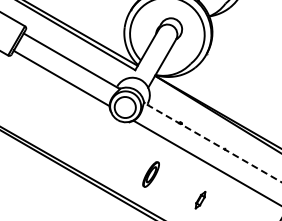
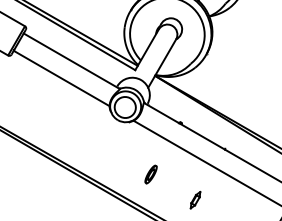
line at (212, 142): dashed -> solid
part at (150, 174) size: 18x27 px -> 14x21 px
part at (200, 200) position: (200, 200) -> (195, 200)
